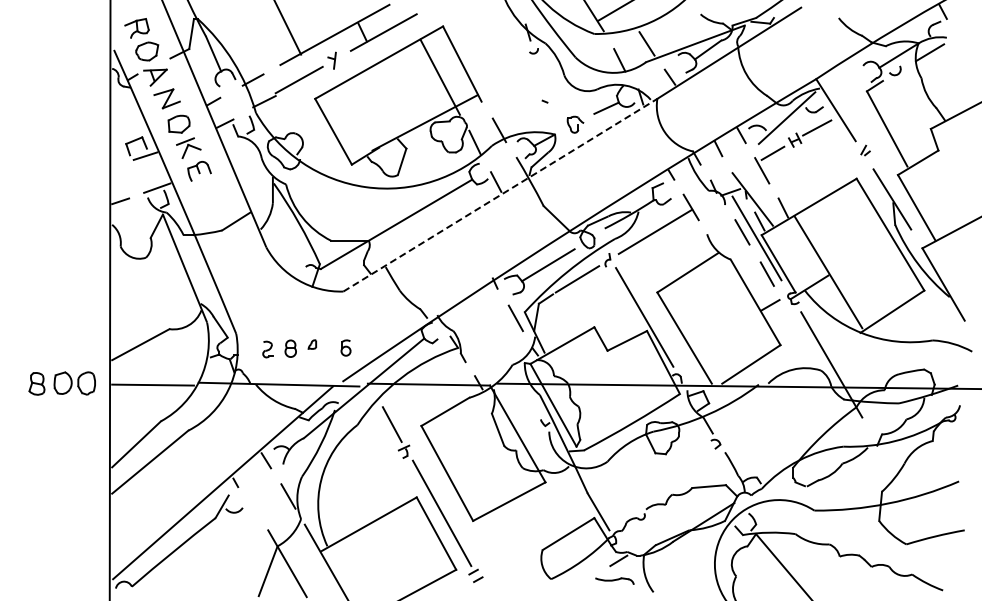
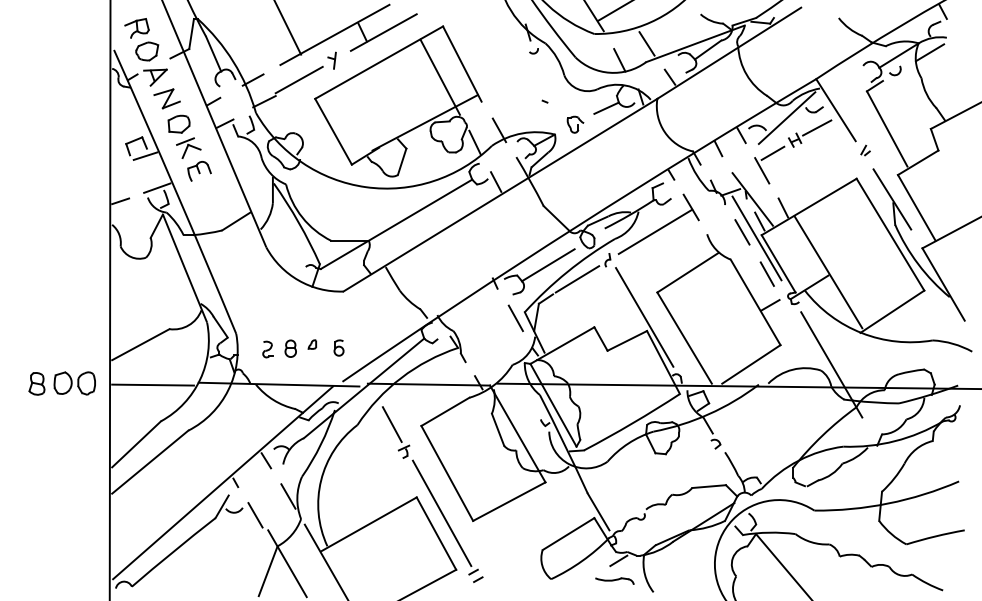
line at (500, 194): dashed -> solid
part at (345, 347) position: (345, 347) -> (338, 347)
line at (255, 515): none -> present
